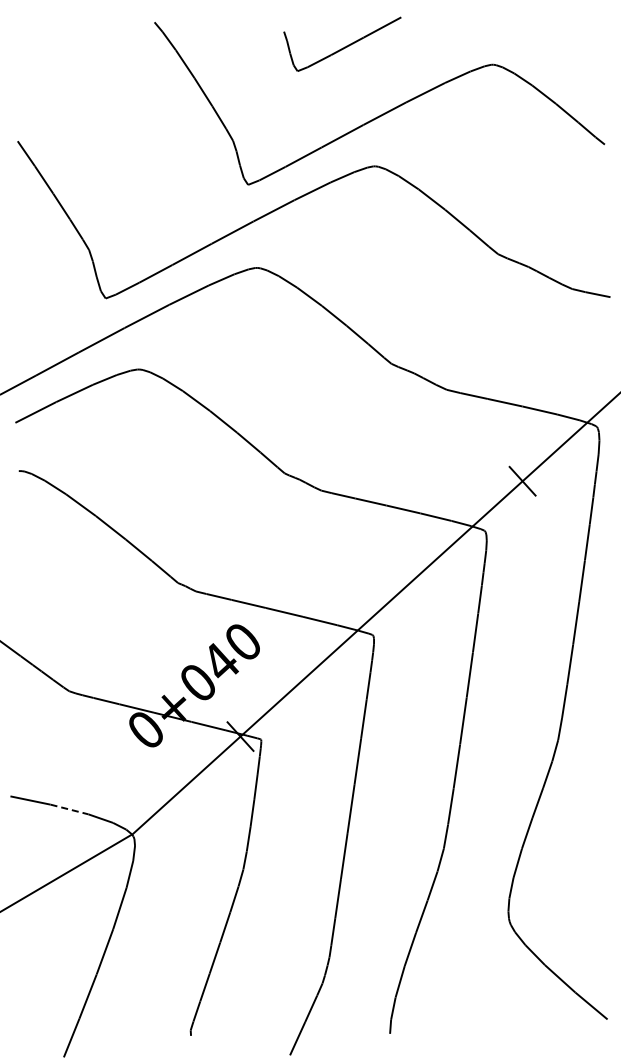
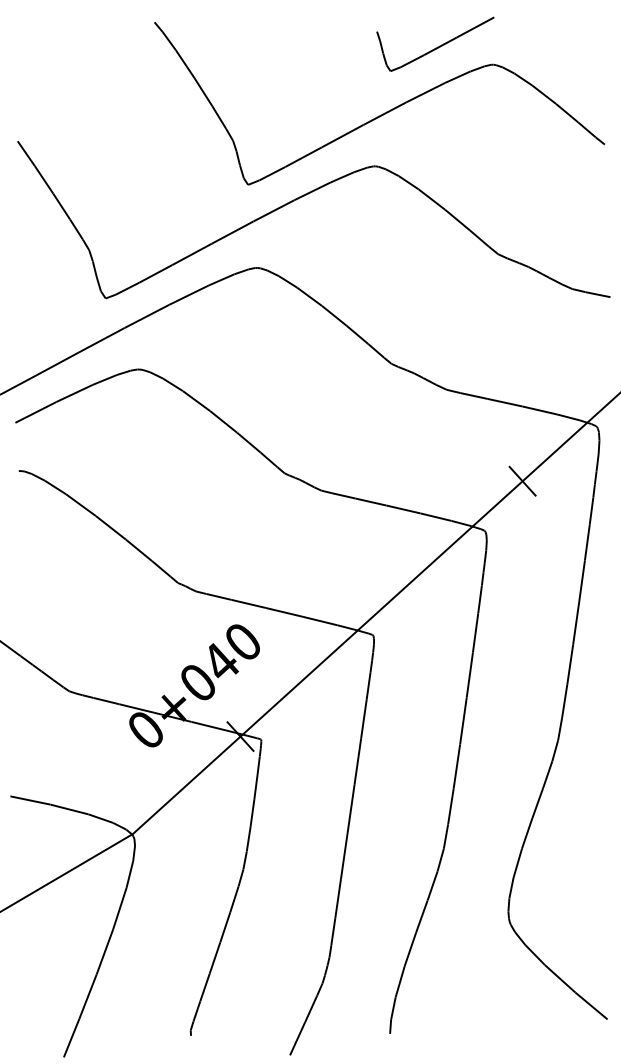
part at (342, 43) position: (342, 43) -> (435, 43)
line at (69, 809): dashed -> solid
